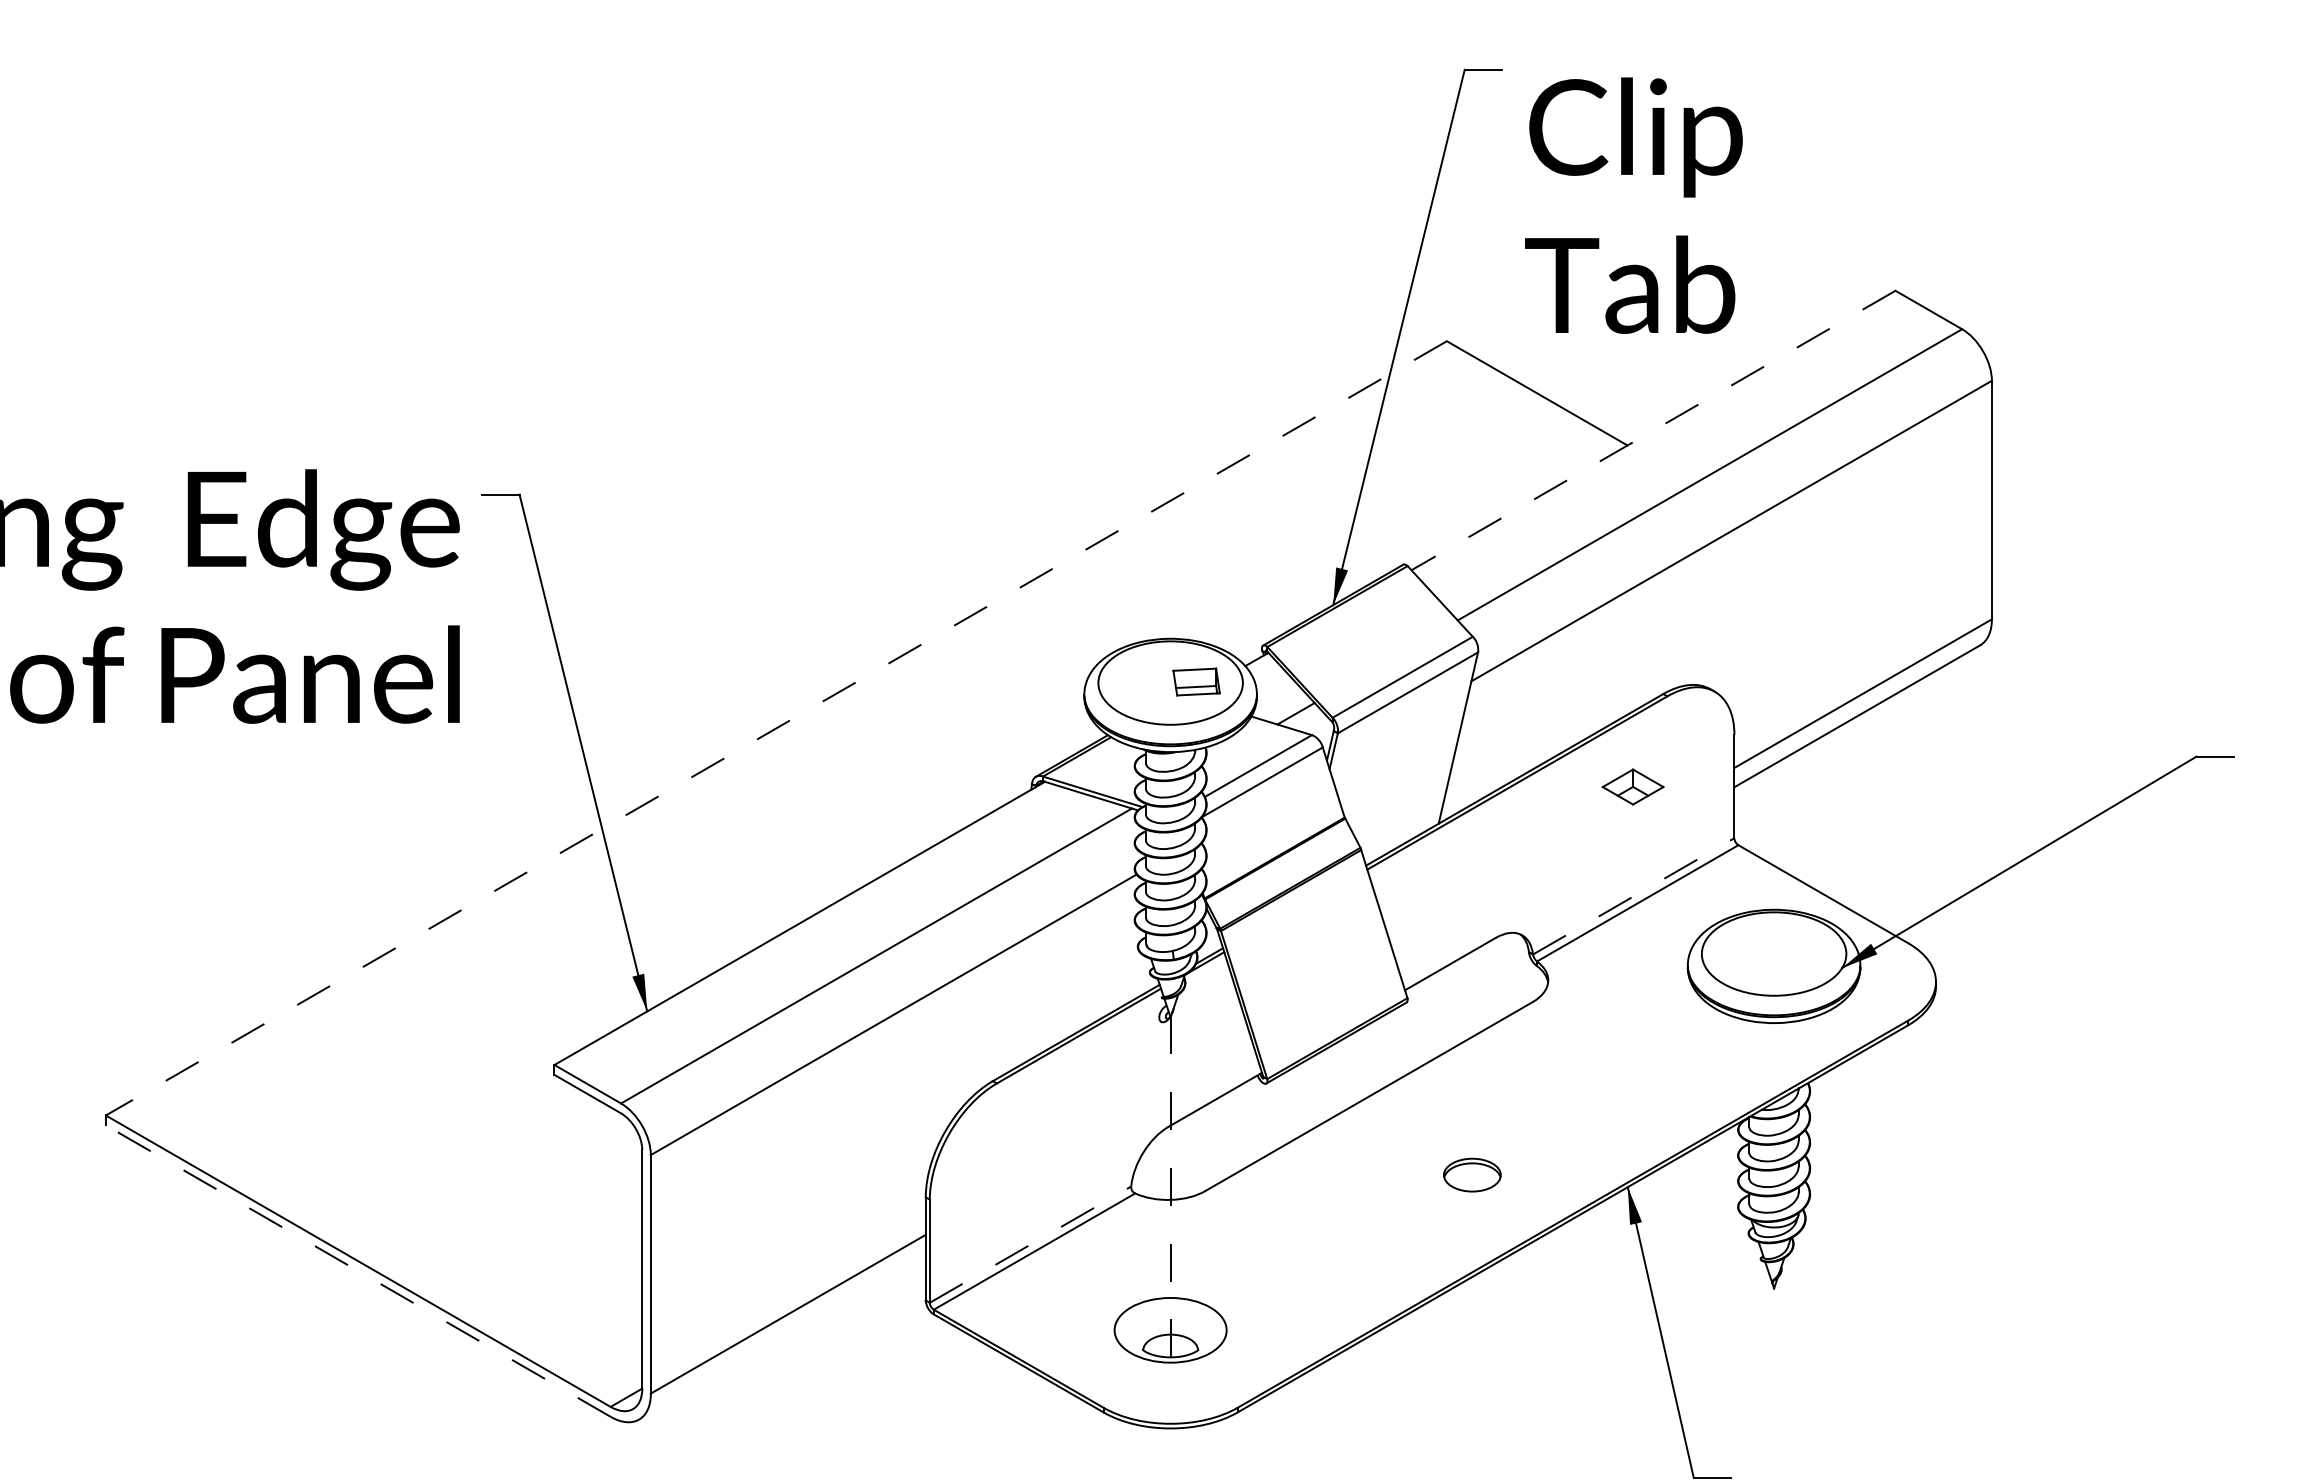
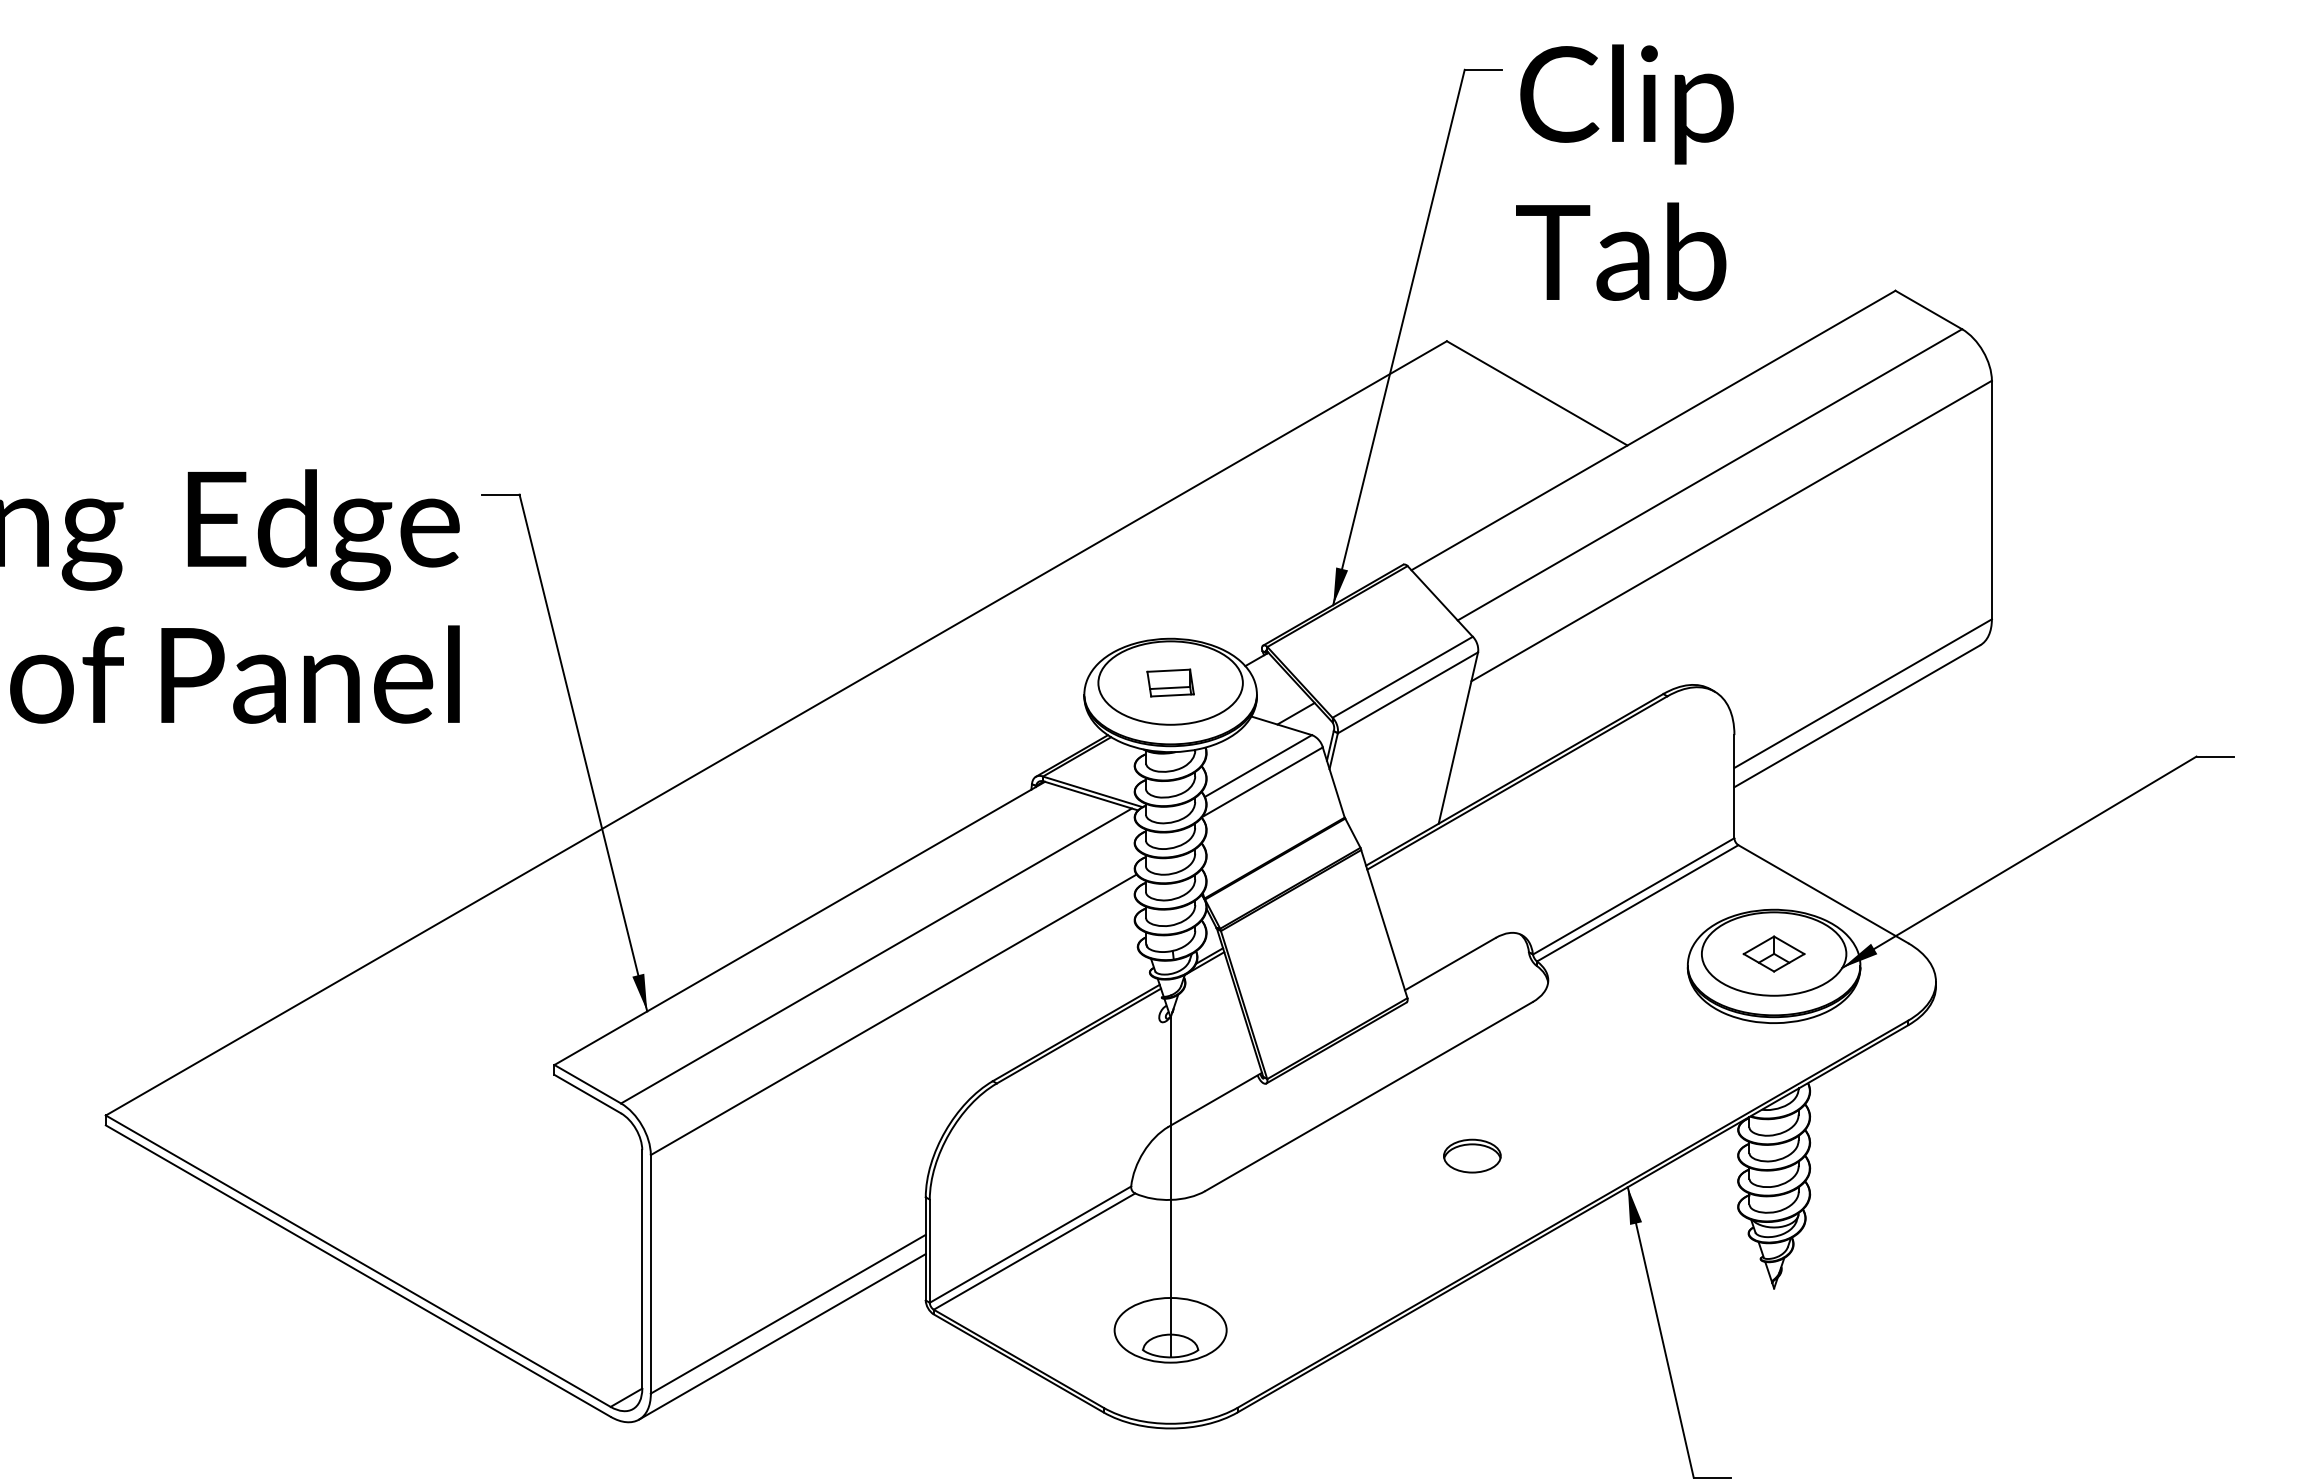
text at (1633, 205) position: (1633, 205) -> (1624, 172)
line at (1653, 430): dashed -> solid
part at (1196, 681) position: (1196, 681) -> (1170, 682)
line at (775, 728): dashed -> solid
part at (1632, 786) position: (1632, 786) -> (1773, 953)
line at (1634, 896): dashed -> solid
part at (1472, 1174) position: (1472, 1174) -> (1472, 1155)
line at (1170, 1187): dashed -> solid
line at (1030, 1244): dashed -> solid
line at (357, 1270): dashed -> solid
line at (782, 1336): none -> present
